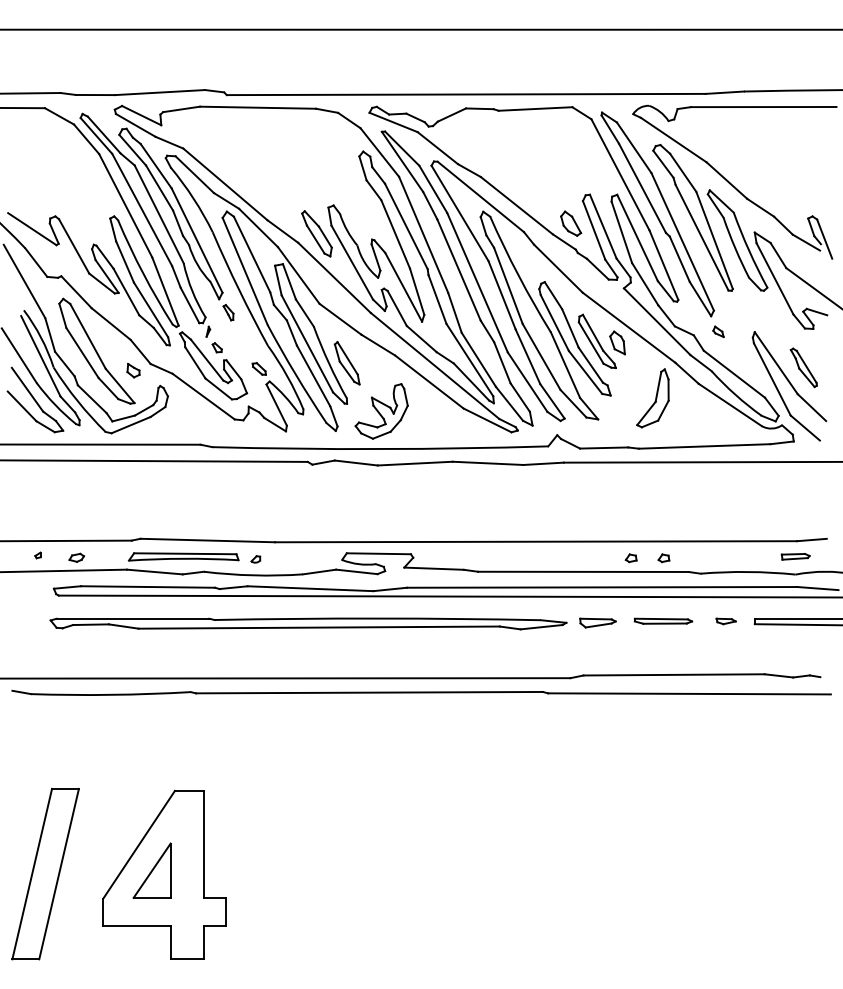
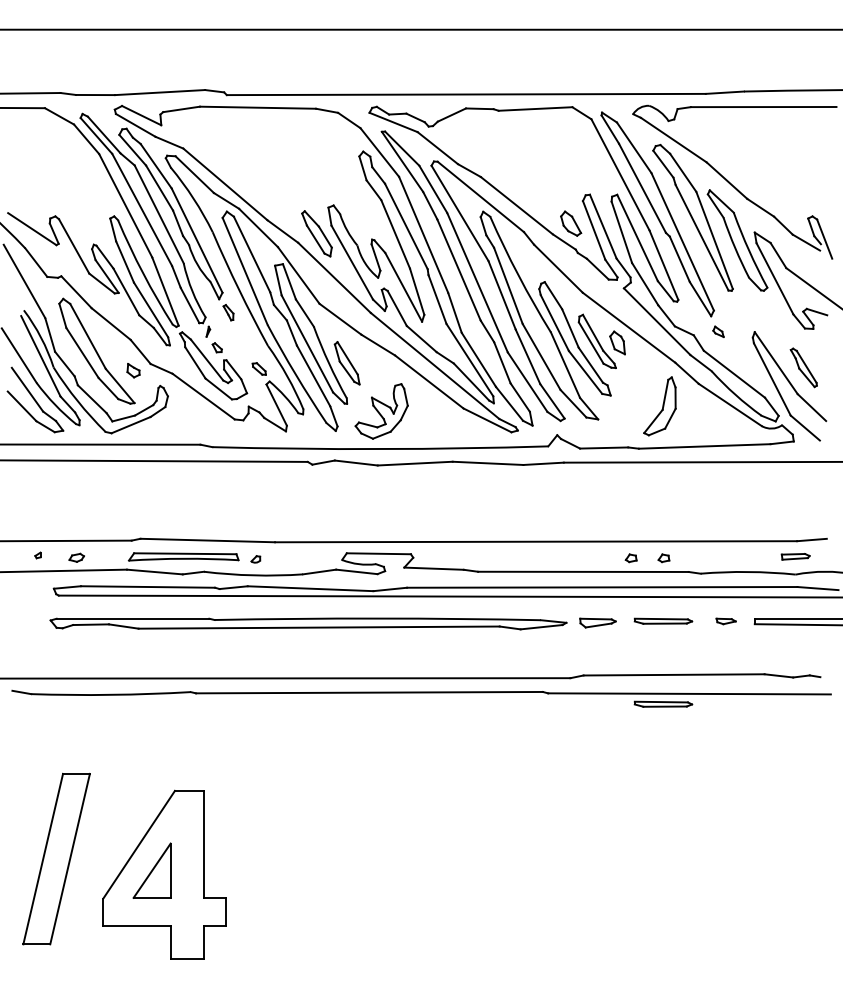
part at (652, 398) position: (652, 398) -> (659, 406)
part at (663, 703): none -> present
part at (45, 873) position: (45, 873) -> (56, 858)
